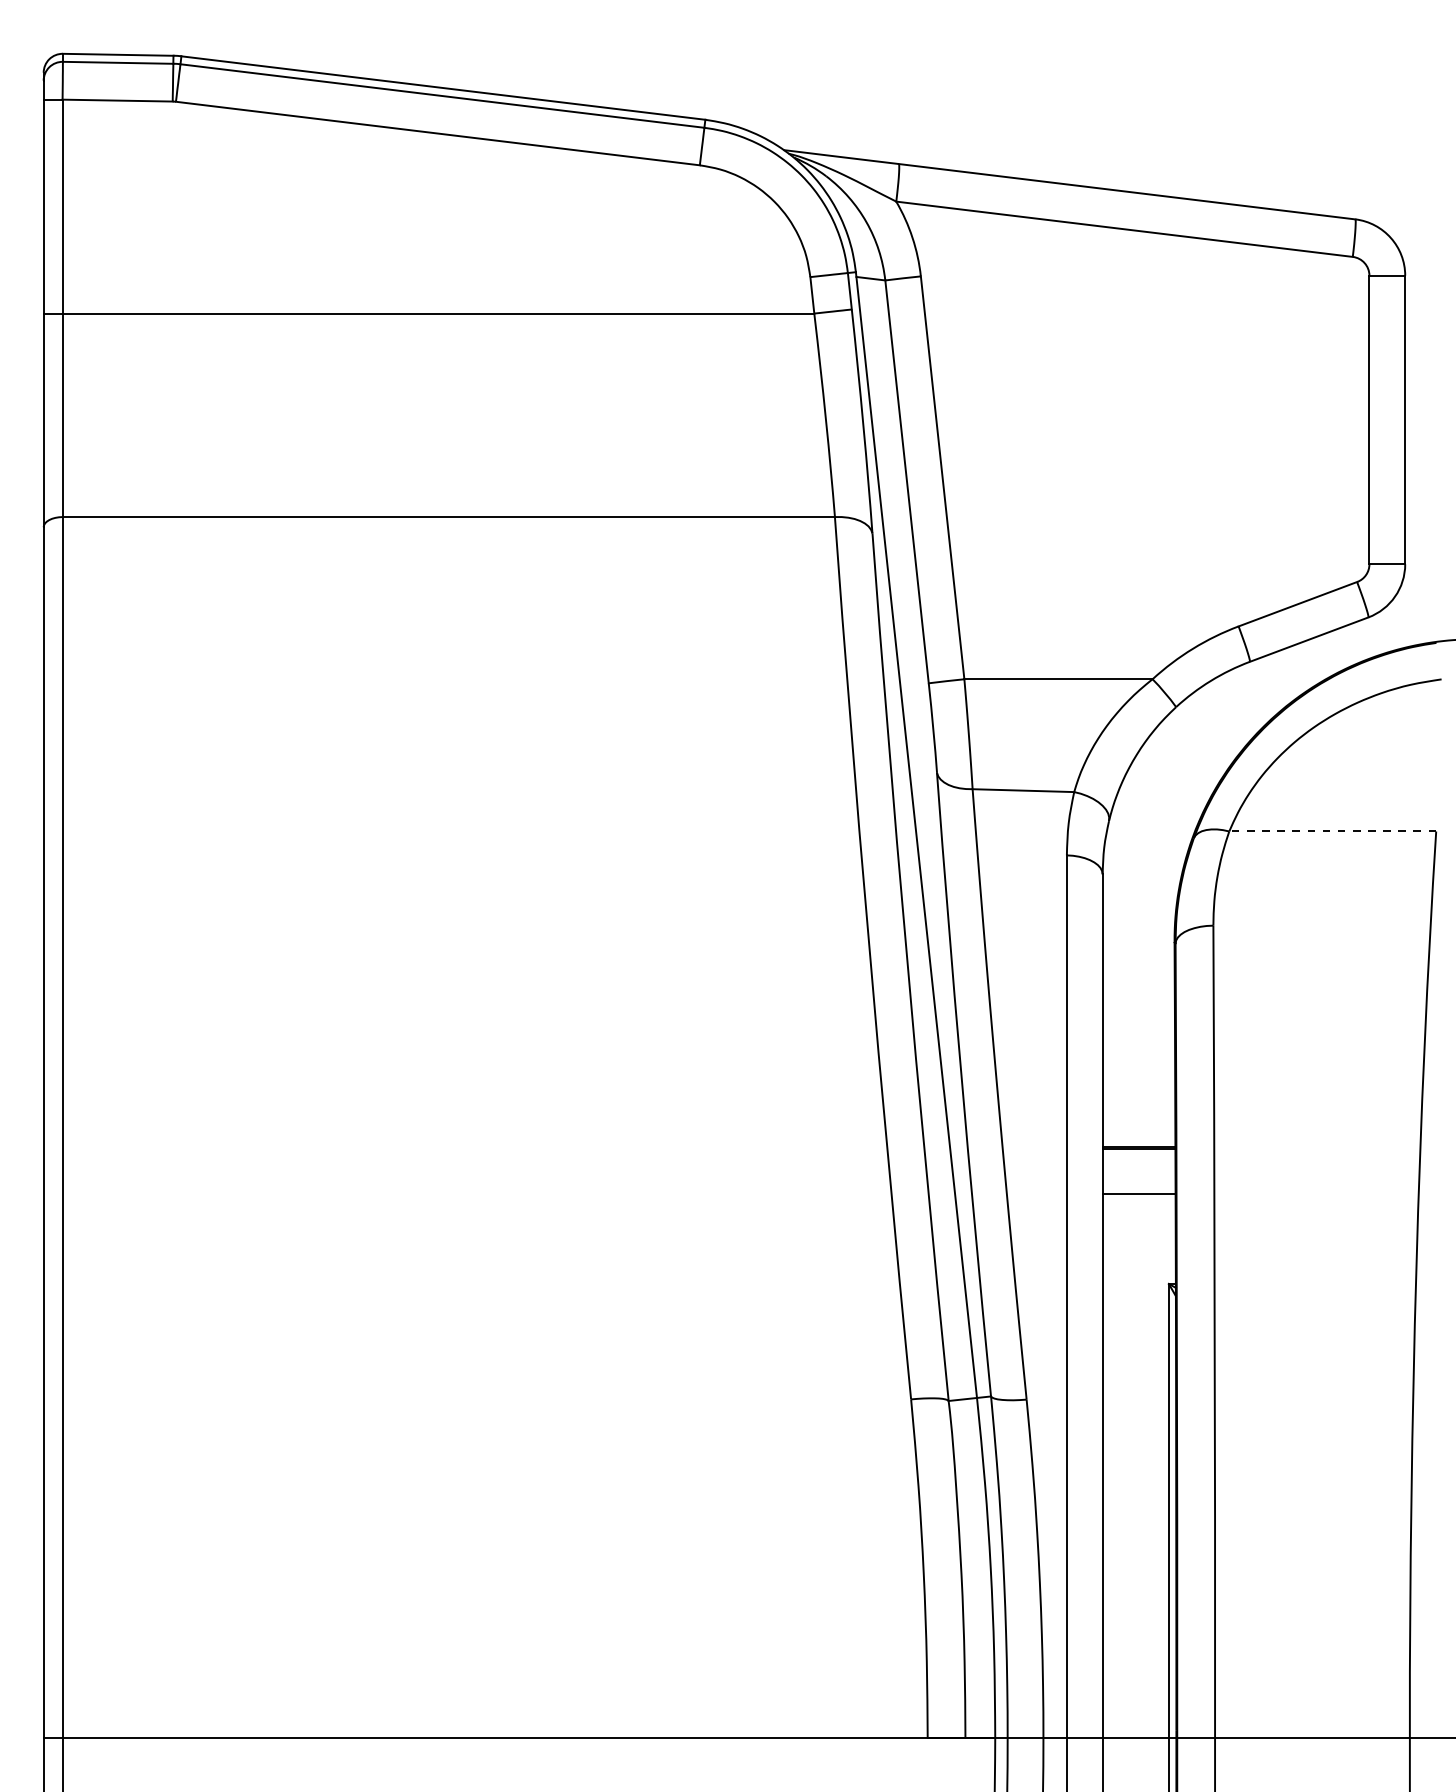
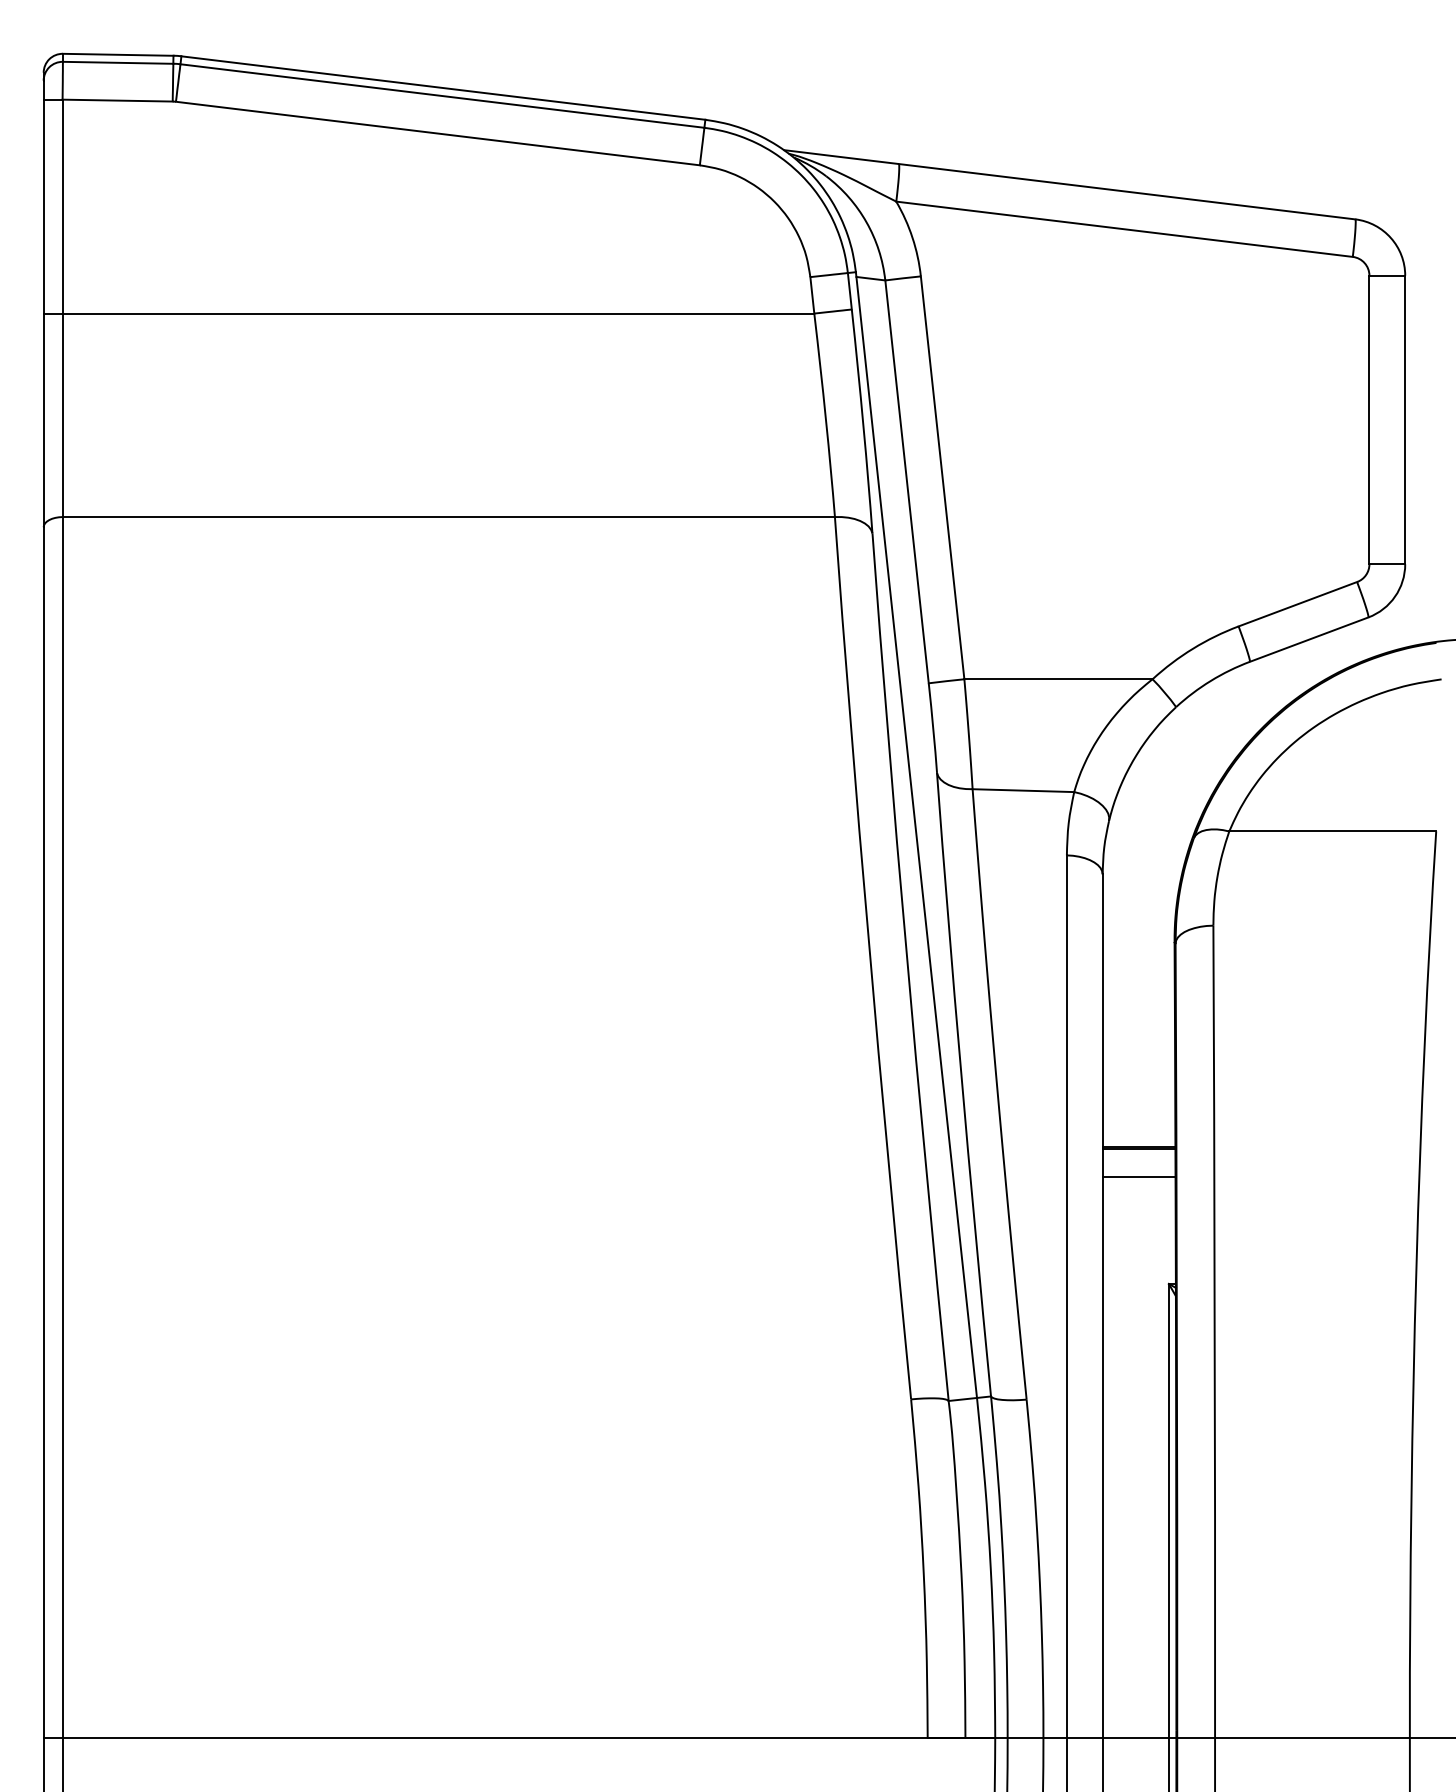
line at (1332, 831): dashed -> solid
line at (1138, 1194) position: (1138, 1194) -> (1138, 1177)
